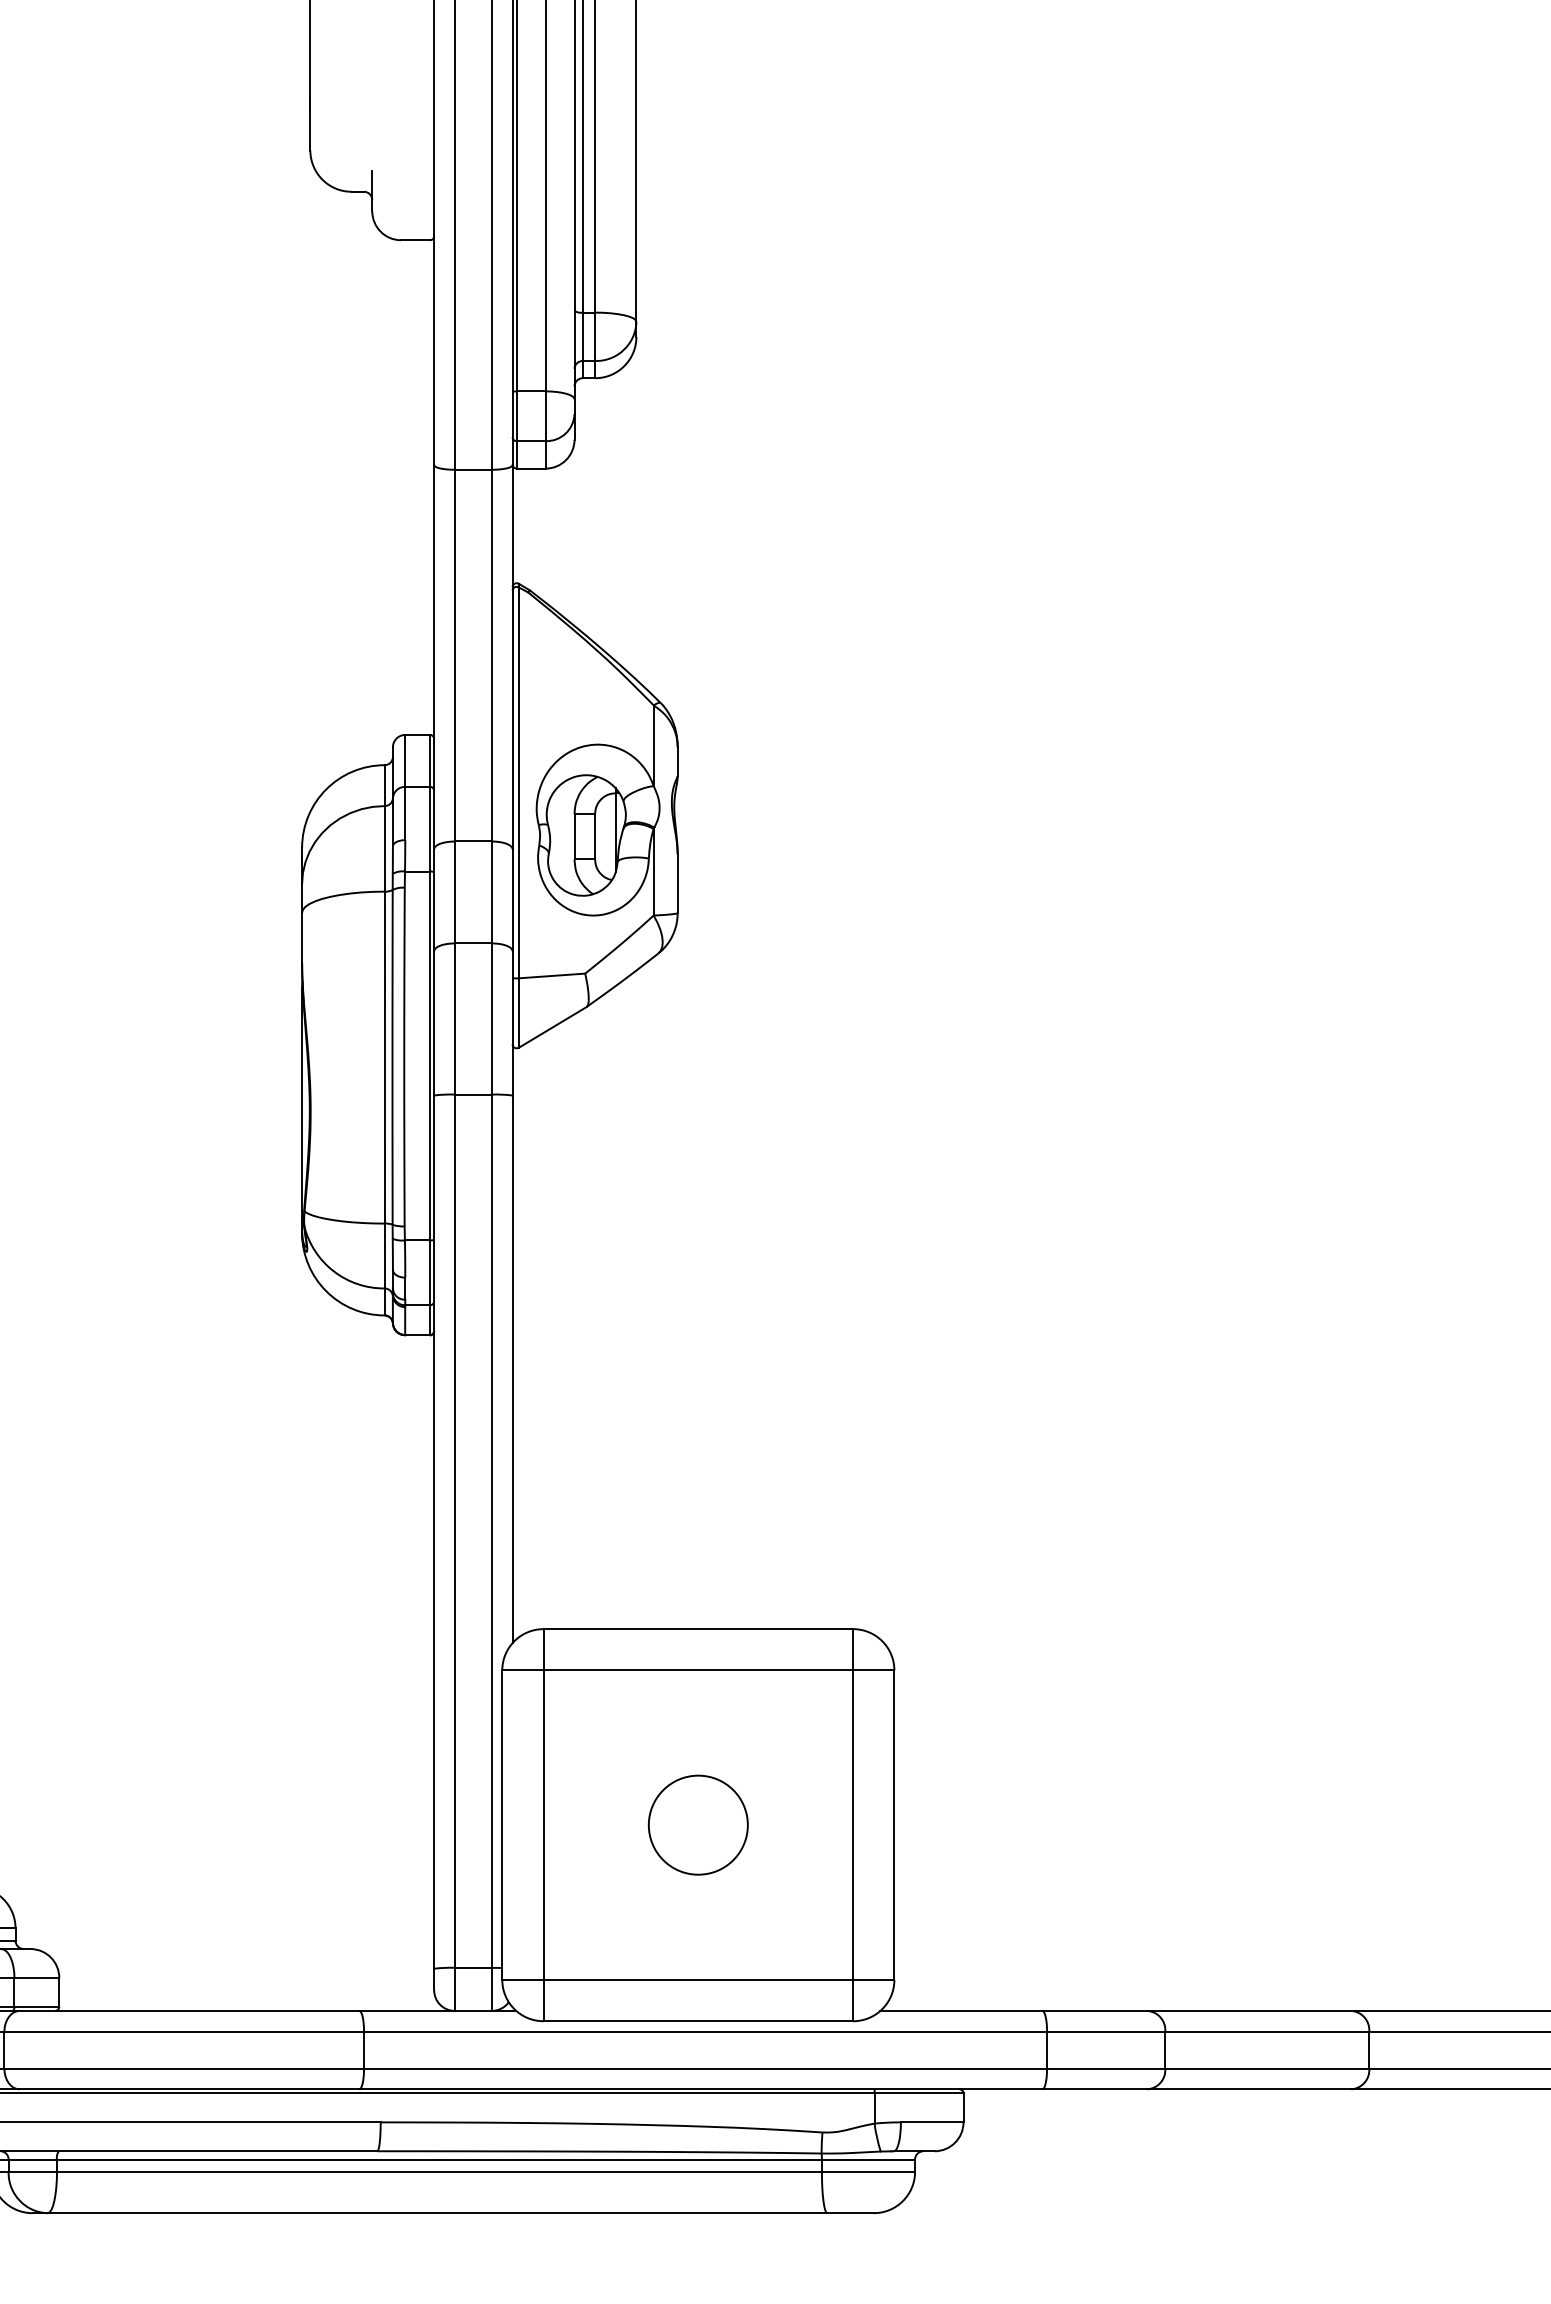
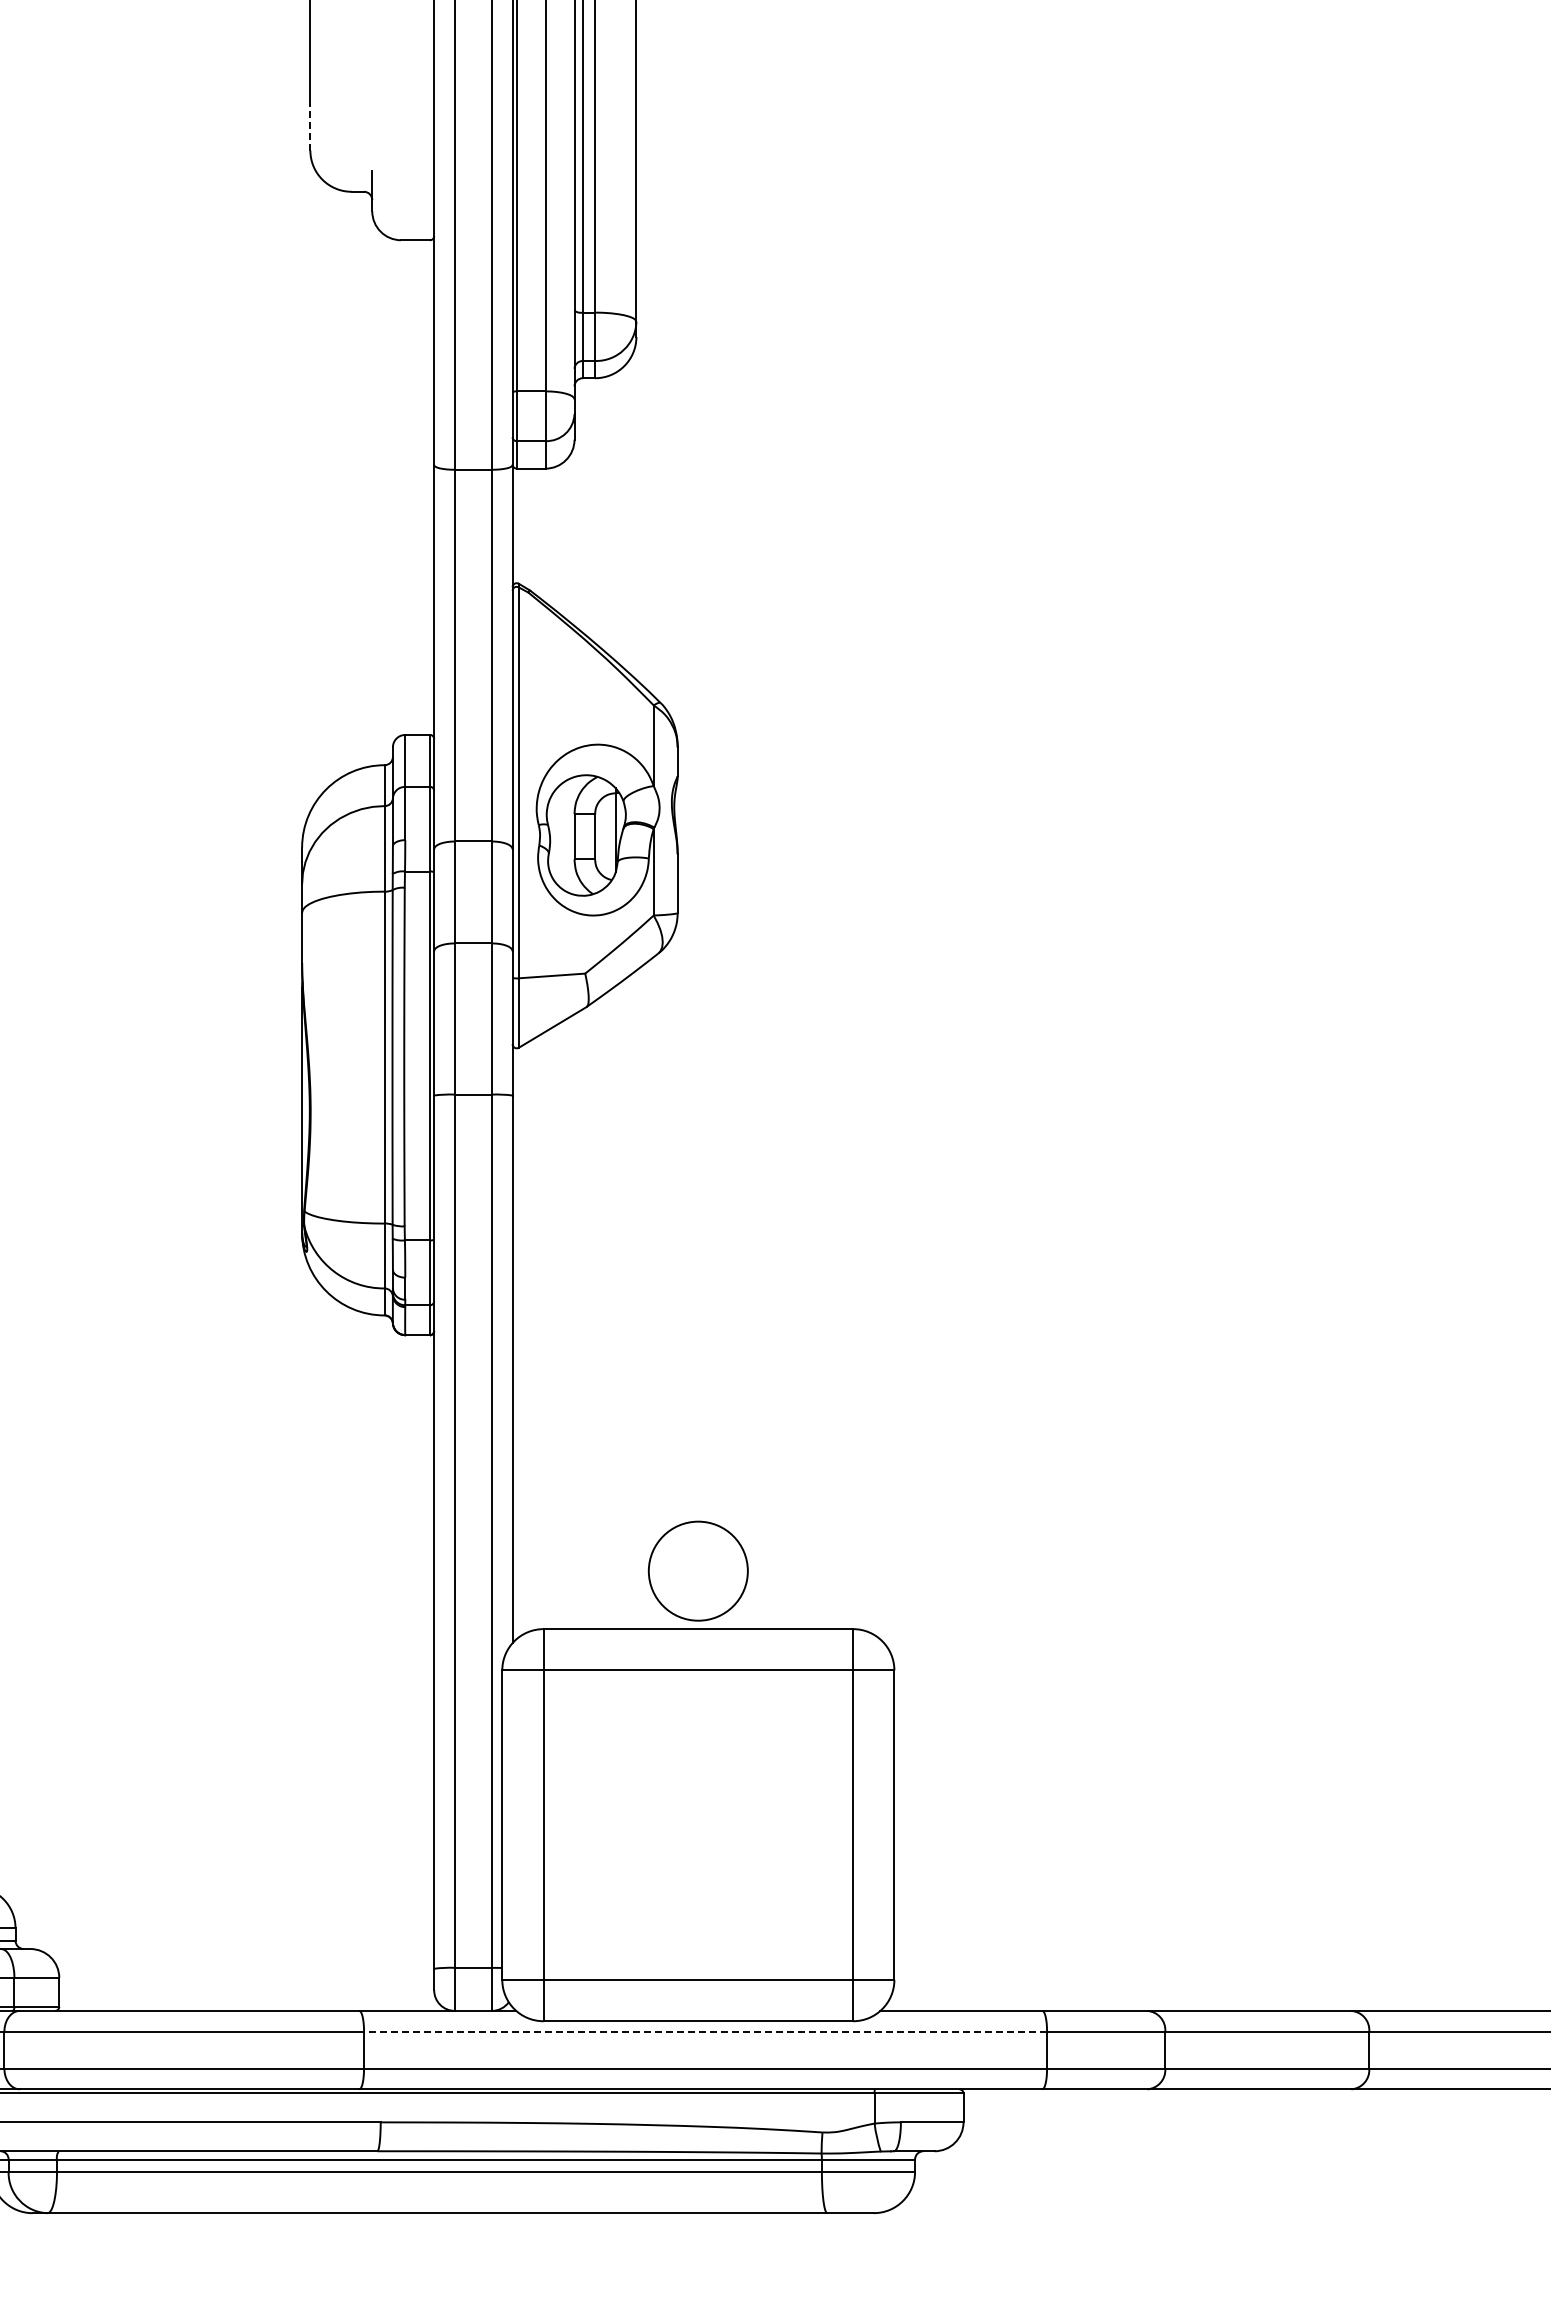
line at (310, 126): solid -> dashed
circle at (697, 1824) position: (697, 1824) -> (697, 1570)
line at (705, 2031): solid -> dashed
